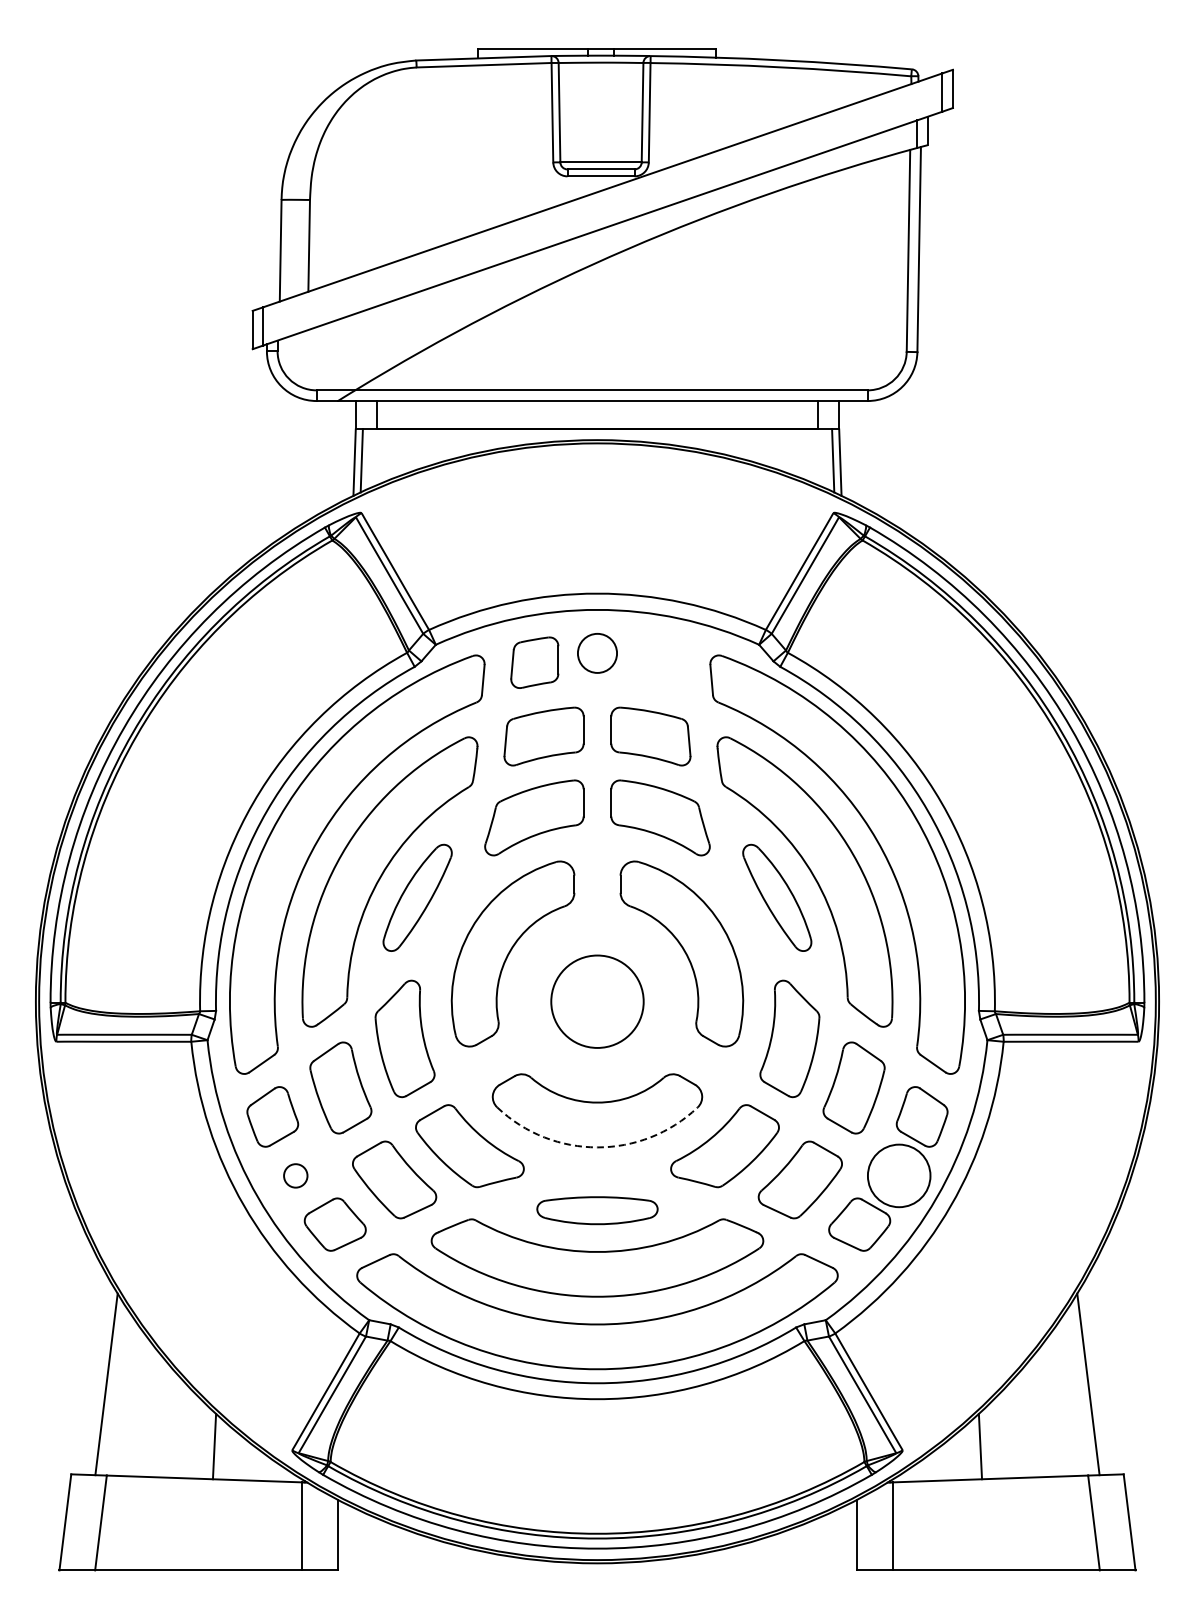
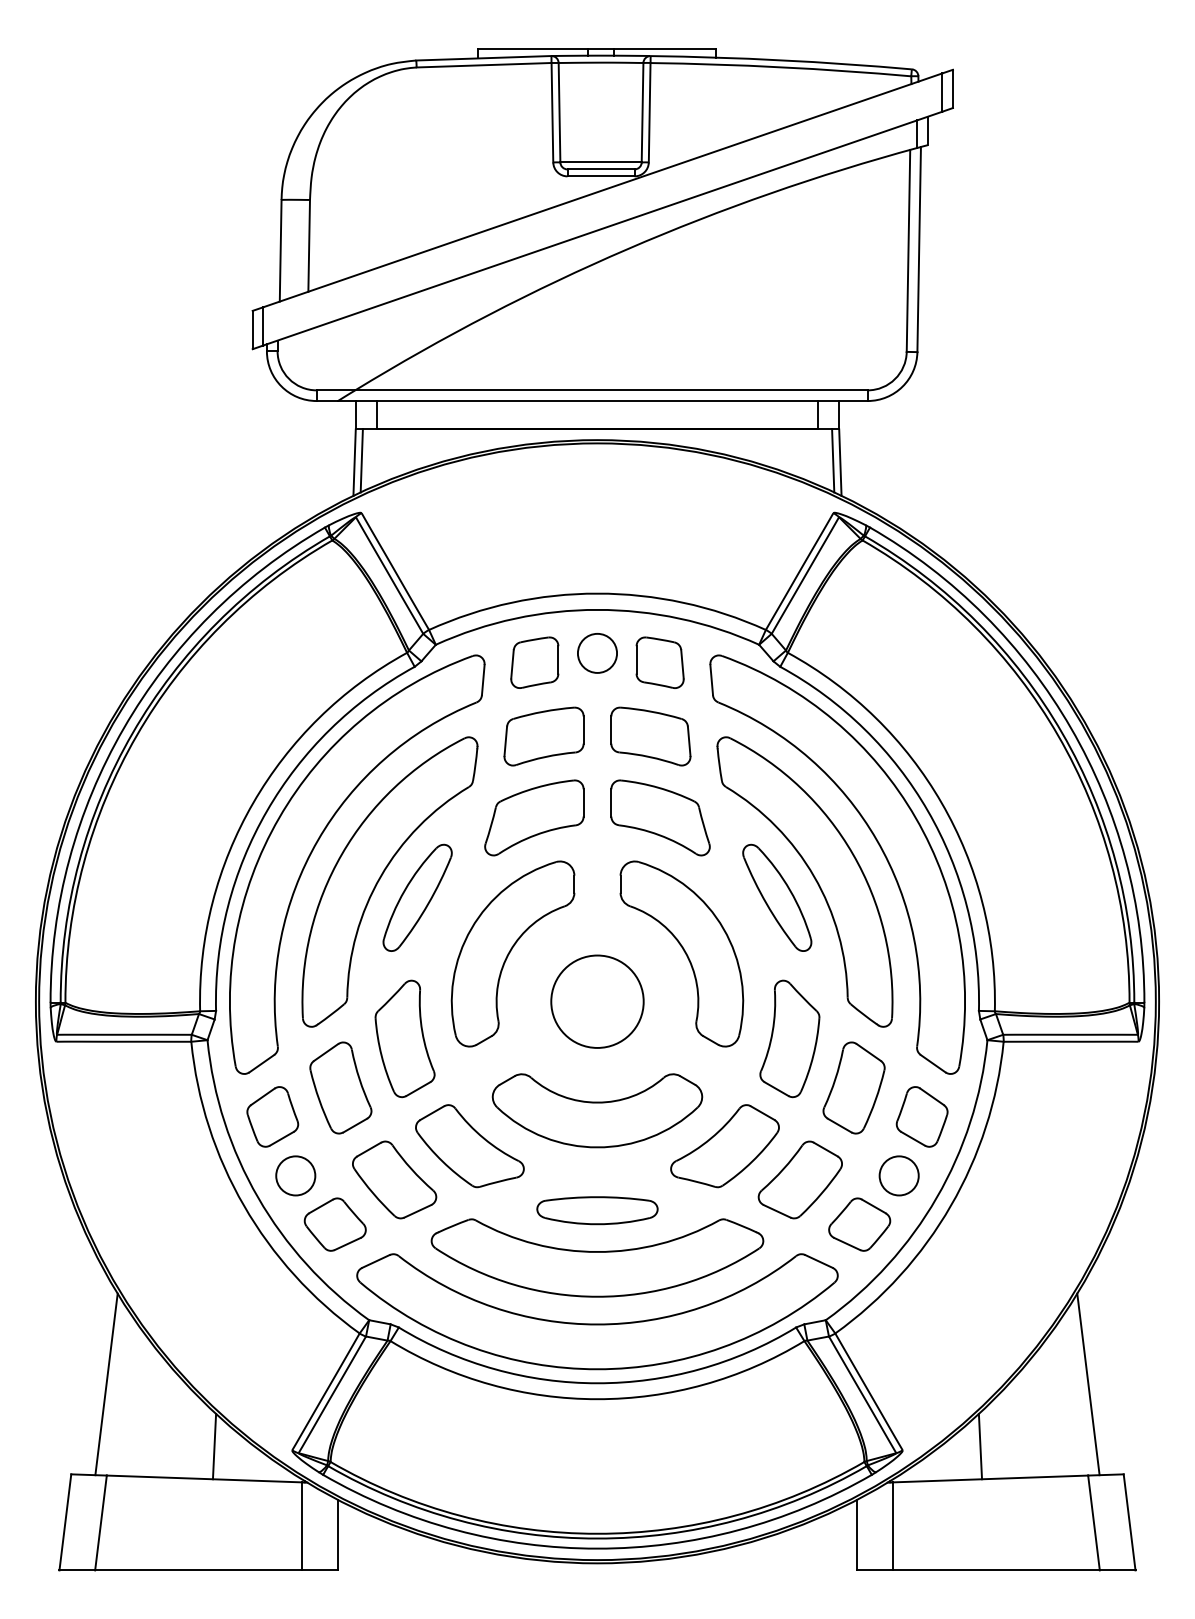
part at (659, 662): none -> present
arc at (597, 1147): dashed -> solid
circle at (295, 1175) diameter: 23 px -> 39 px
circle at (898, 1175) diameter: 63 px -> 39 px
